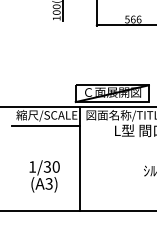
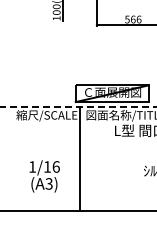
line at (78, 106): solid -> dashed
line at (45, 126): present -> none
text at (51, 166): 1/30 -> 1/16
